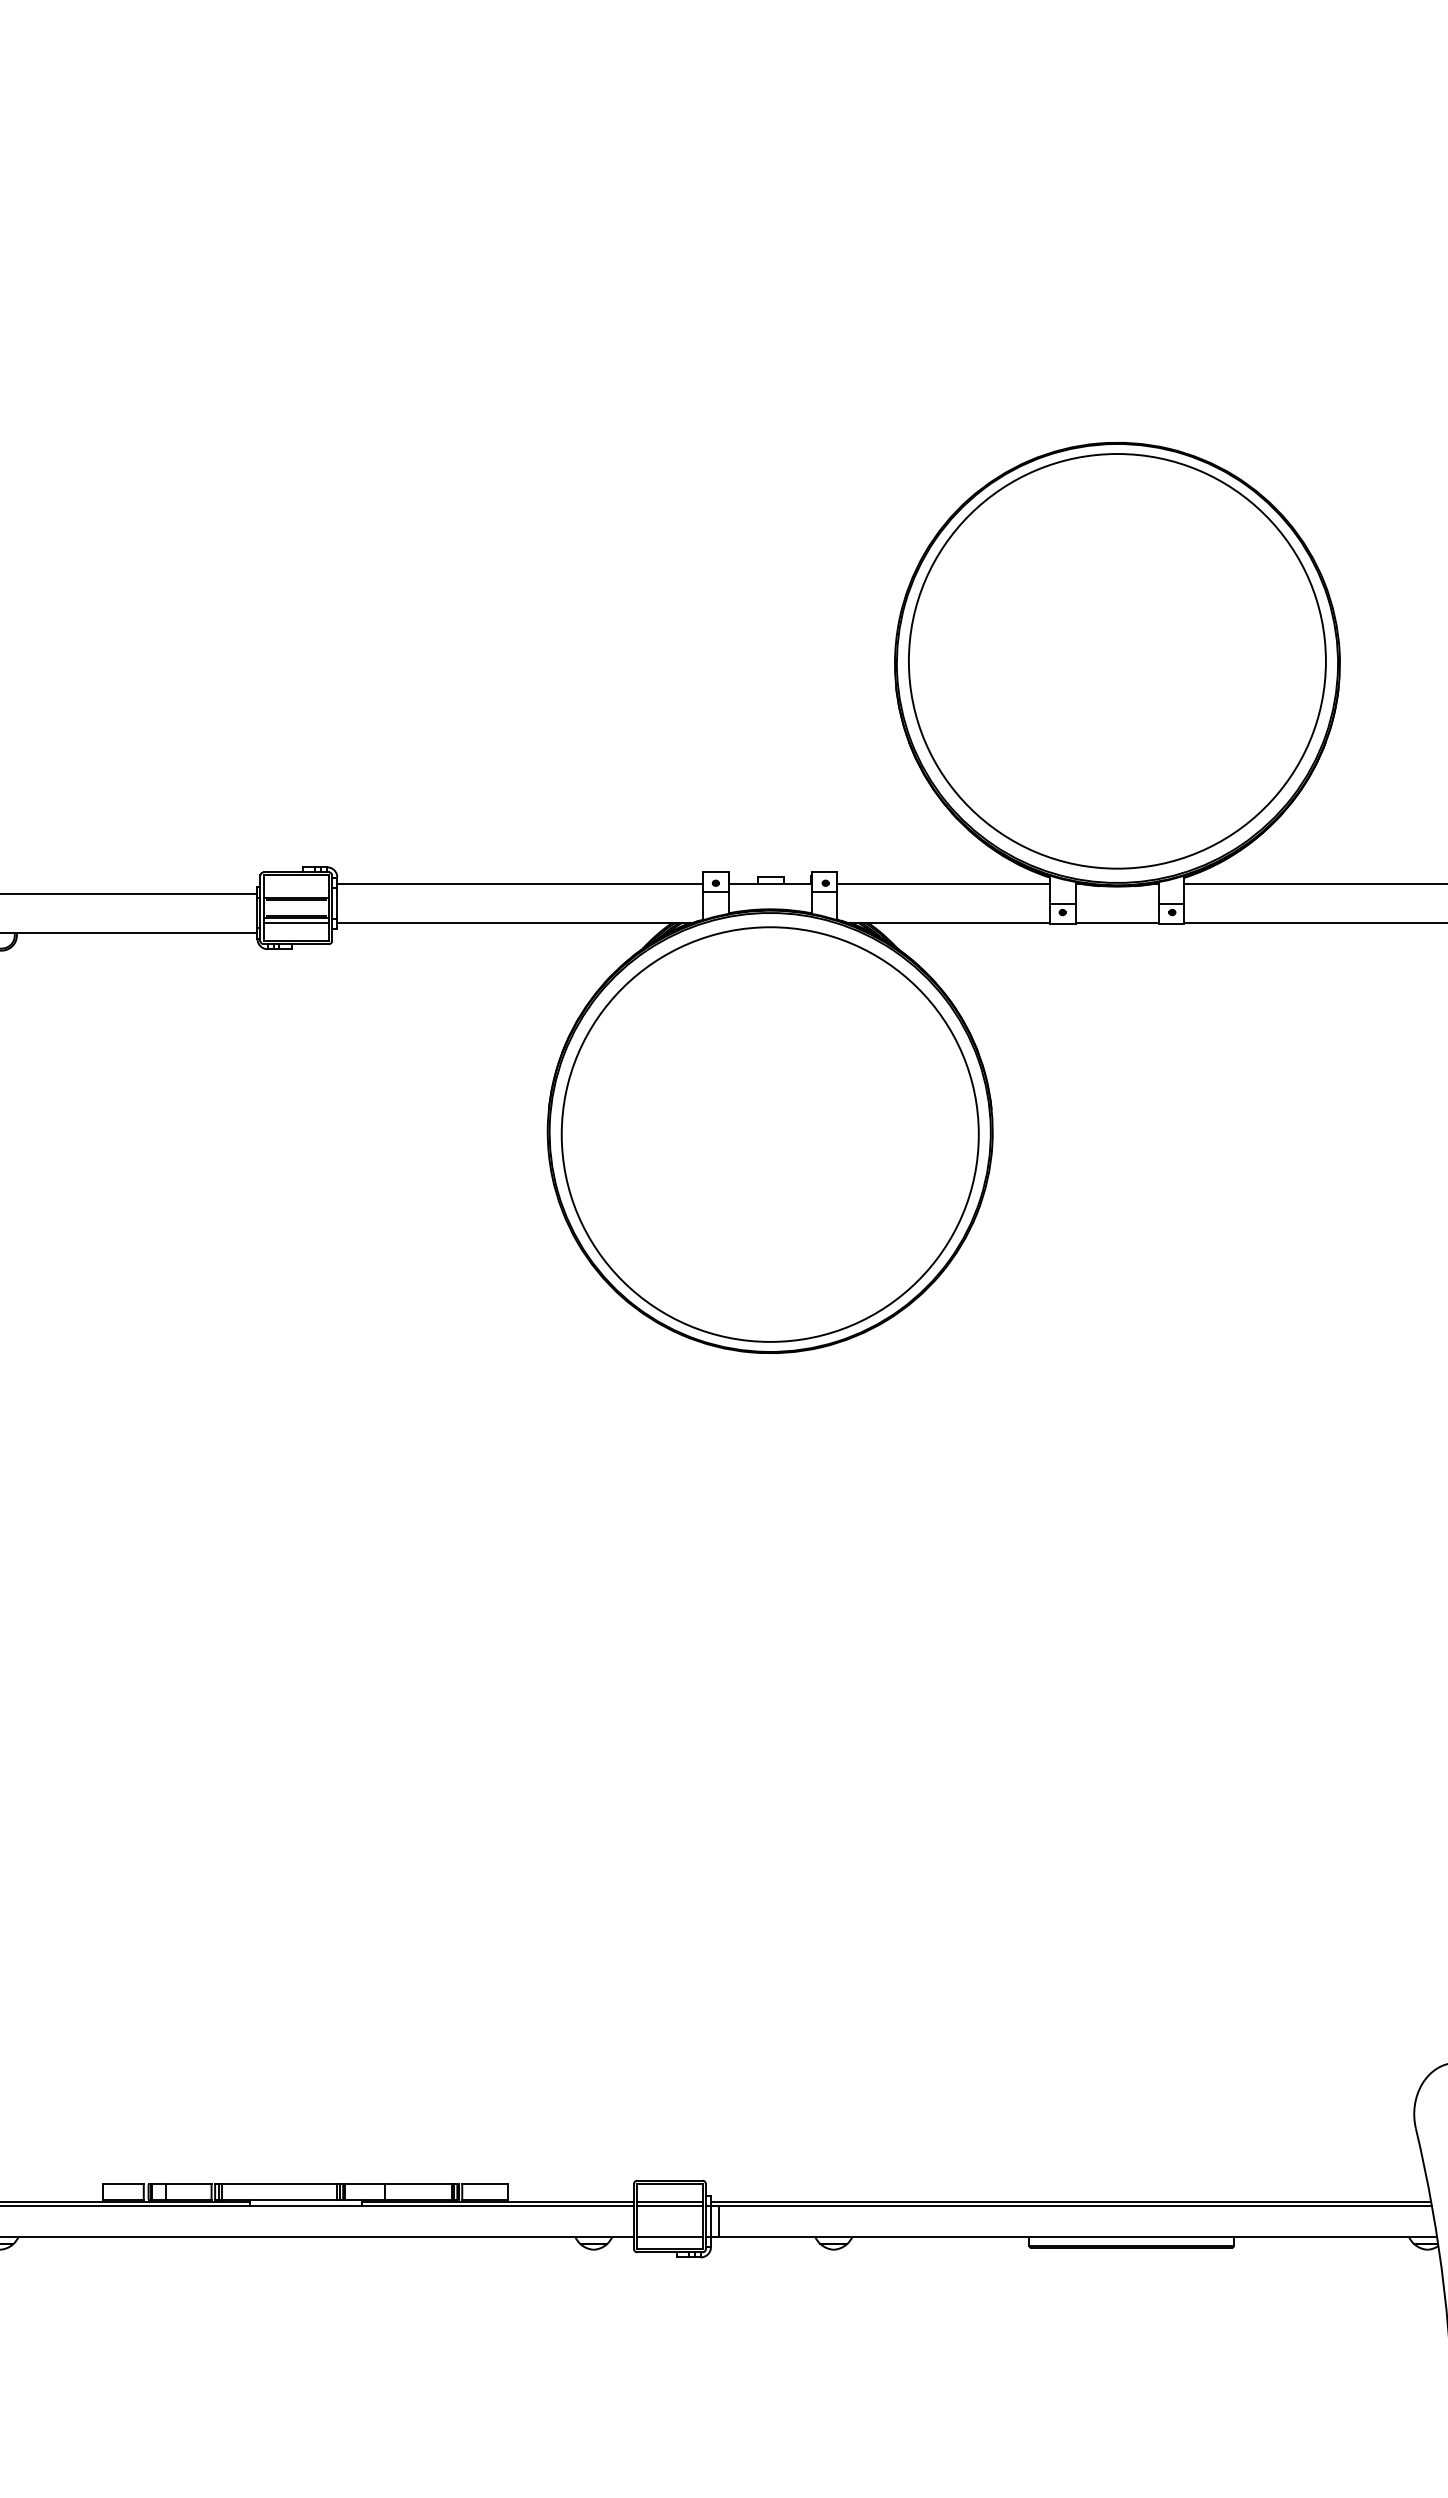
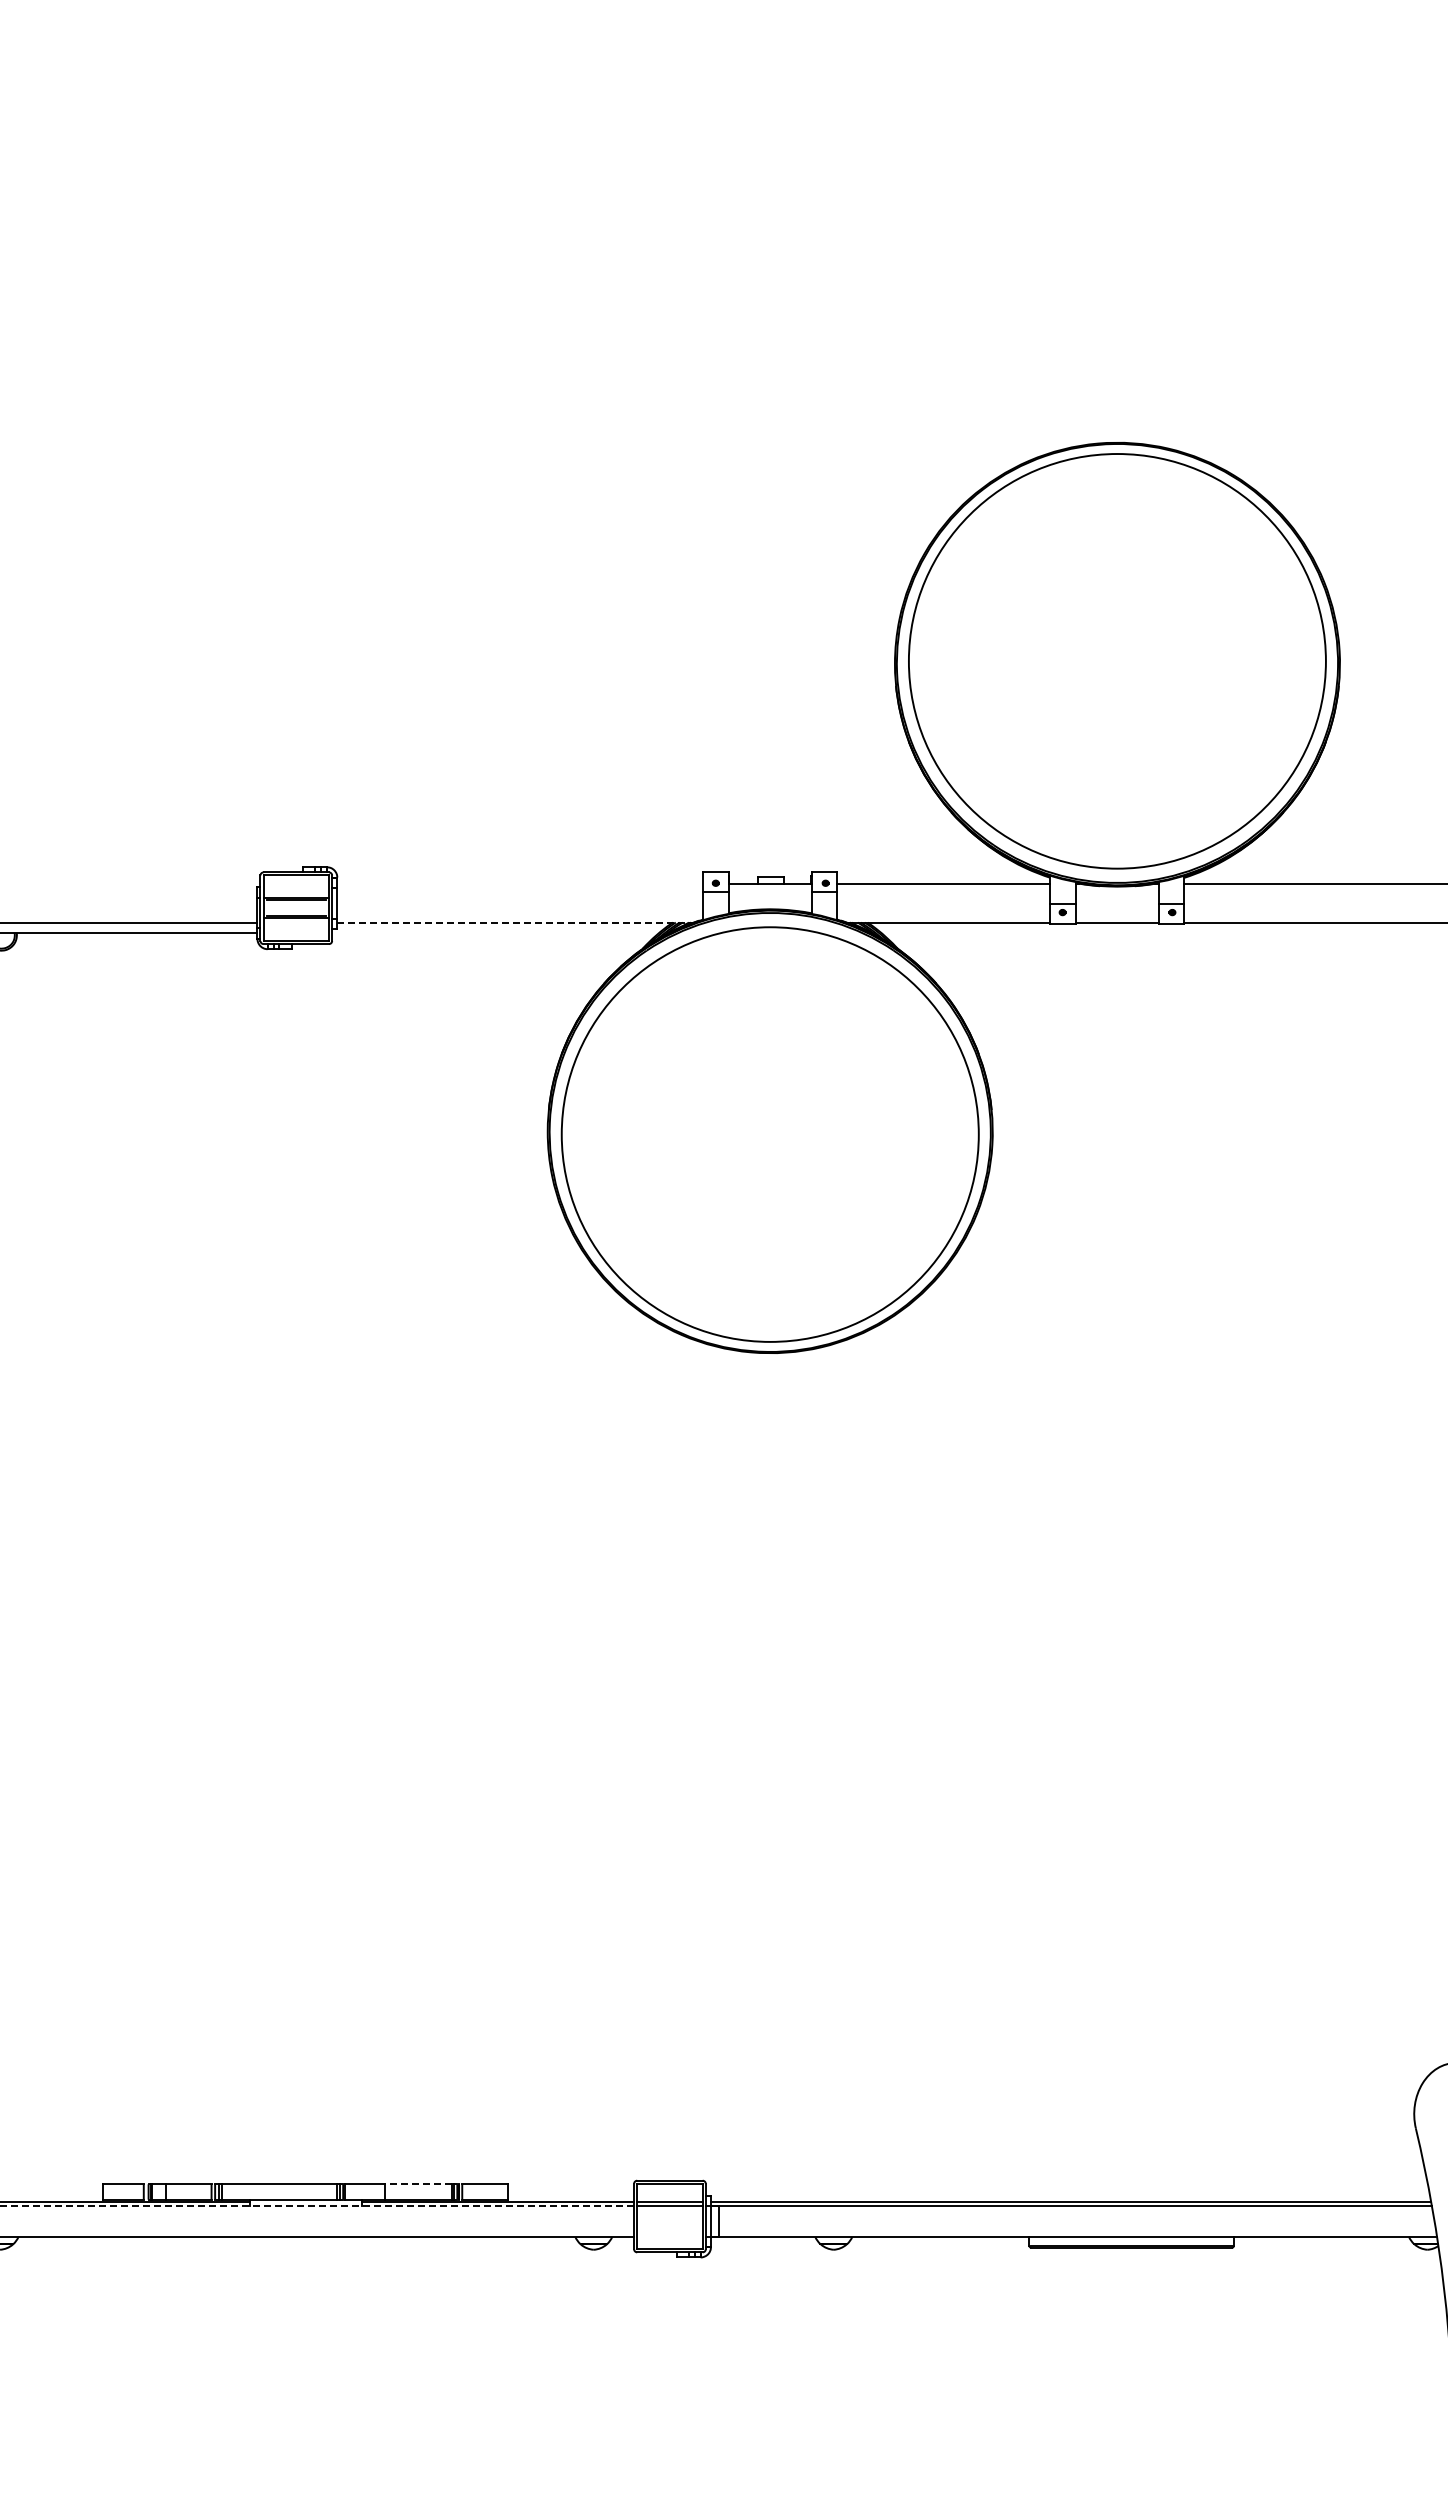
line at (520, 883): present -> none
line at (129, 893) position: (129, 893) -> (129, 922)
line at (296, 922): present -> none
line at (516, 922): solid -> dashed
line at (418, 2184): solid -> dashed
line at (317, 2206): solid -> dashed
line at (669, 2237): present -> none
